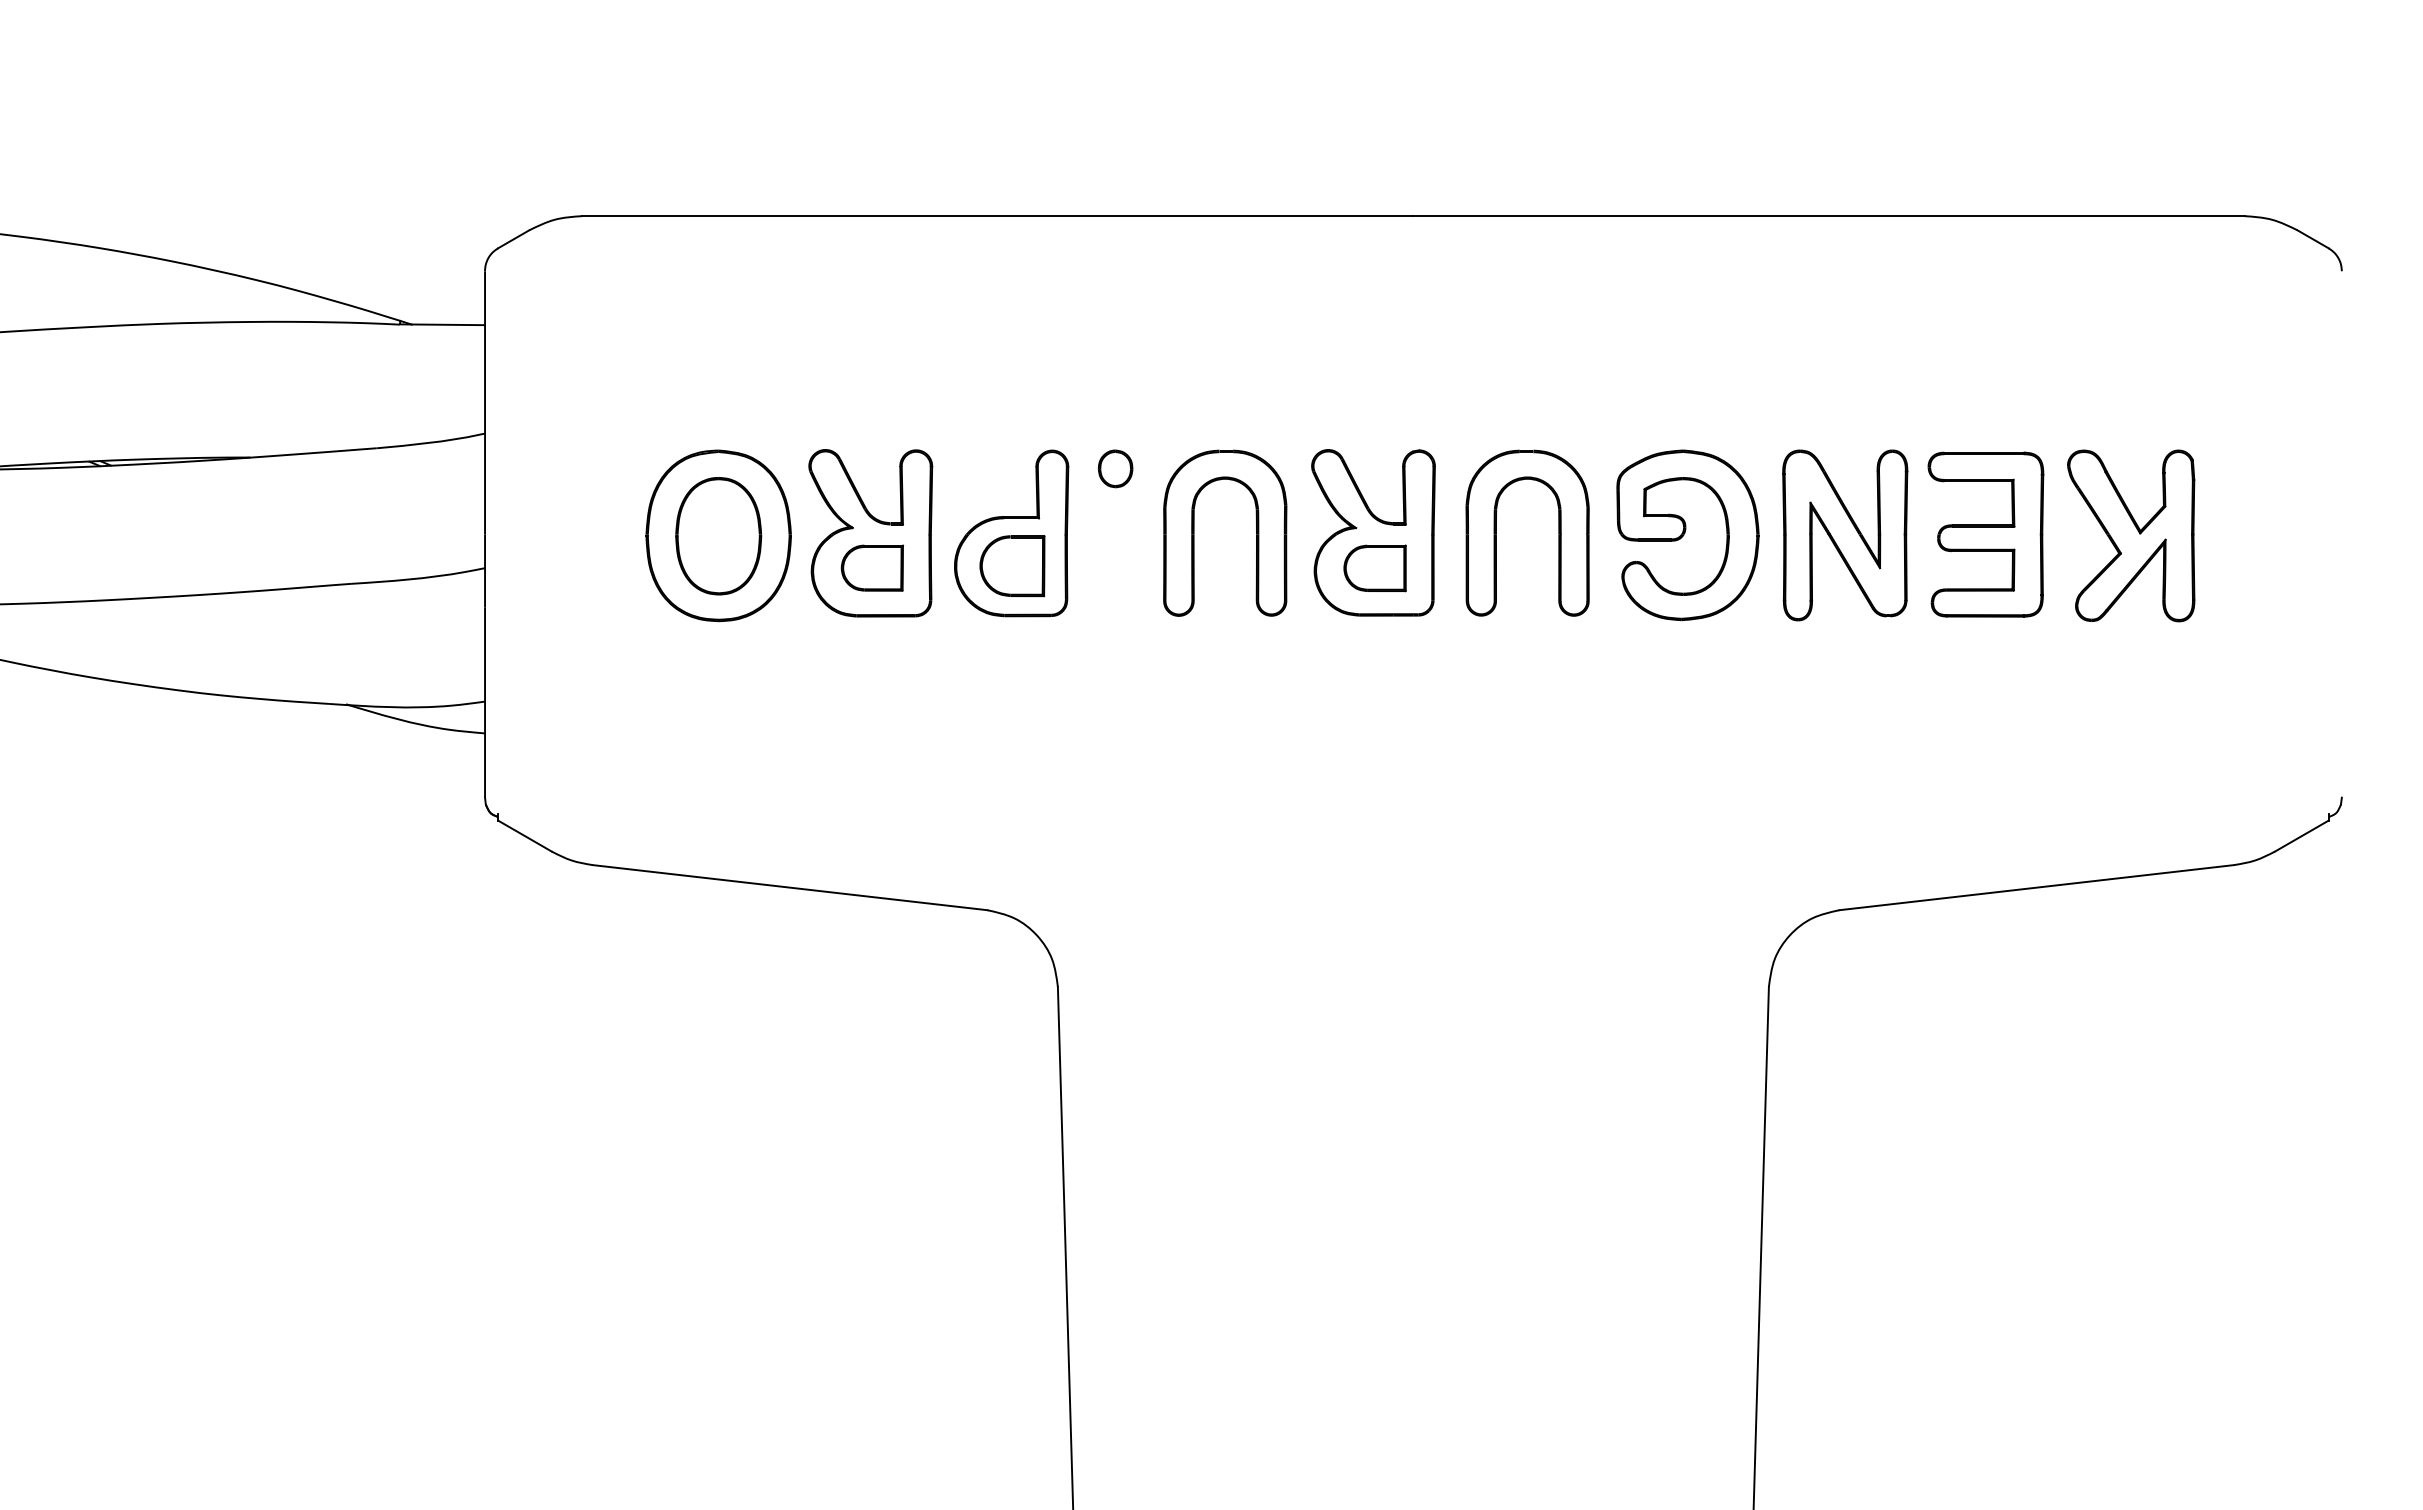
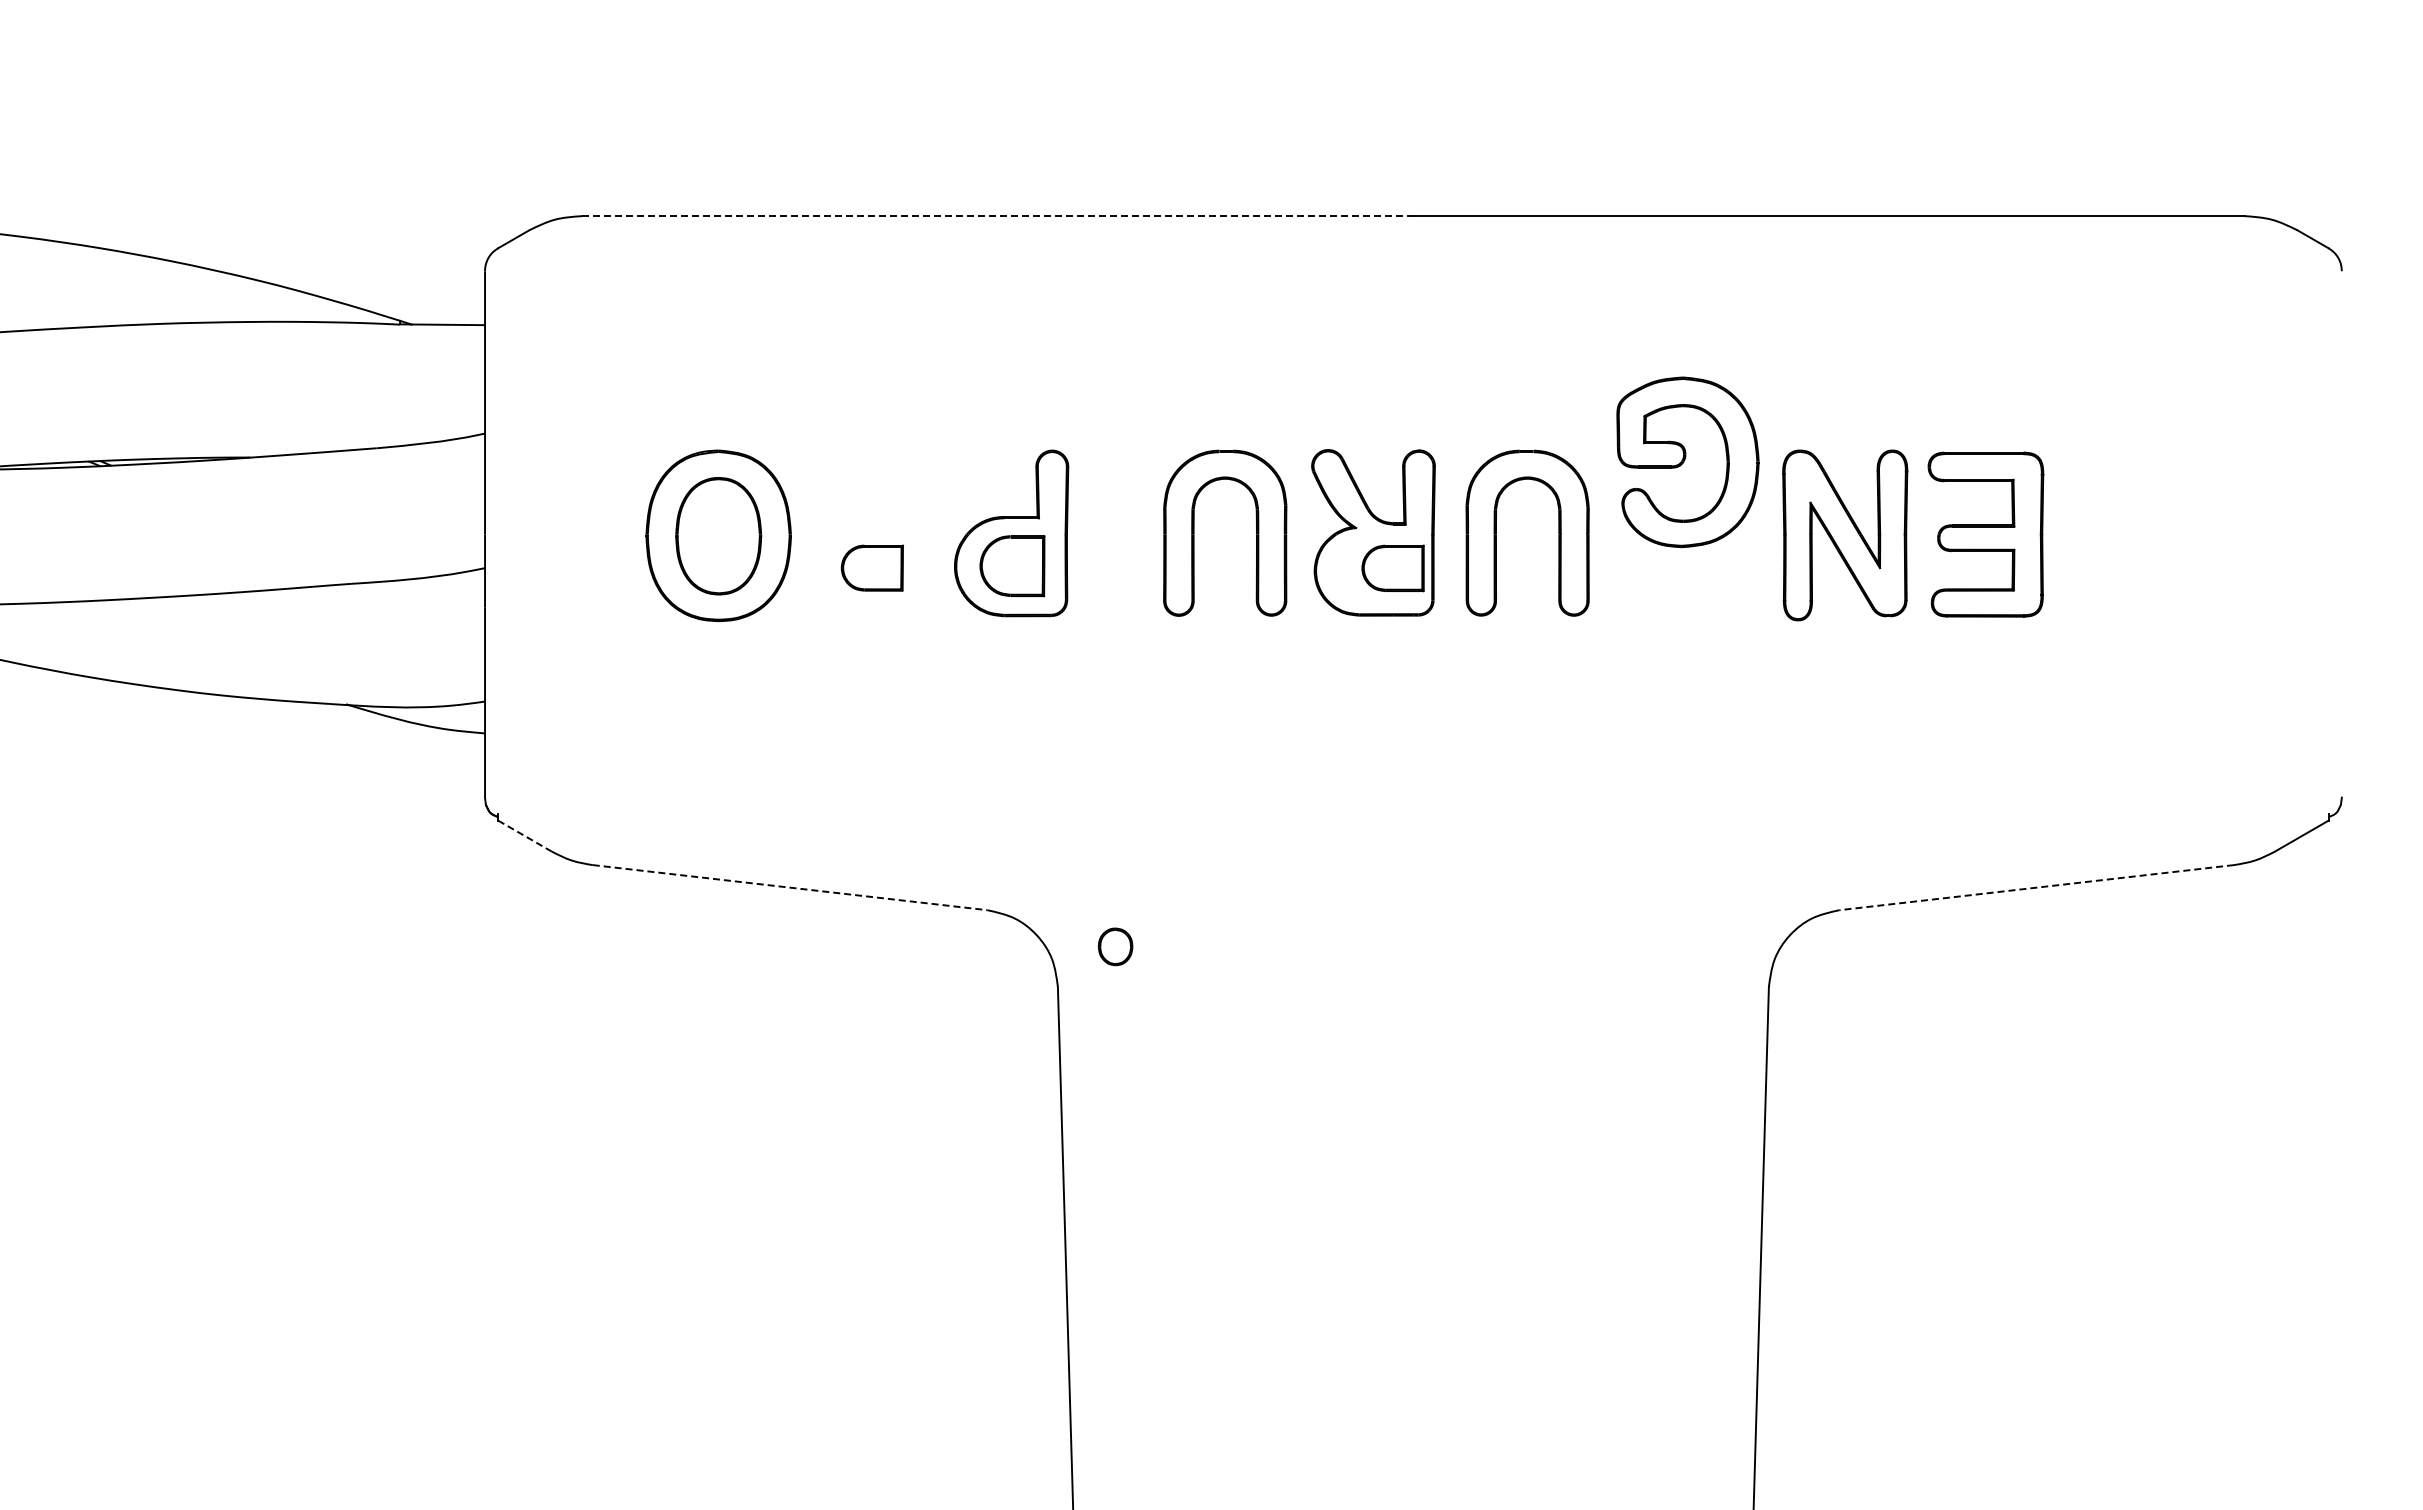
line at (997, 216): solid -> dashed
part at (1115, 468) position: (1115, 468) -> (1115, 946)
part at (870, 533): present -> none
part at (1687, 535) position: (1687, 535) -> (1687, 462)
part at (2131, 535): present -> none
part at (1374, 568) position: (1374, 568) -> (1392, 568)
line at (525, 836): solid -> dashed
line at (790, 887): solid -> dashed
line at (2036, 887): solid -> dashed
